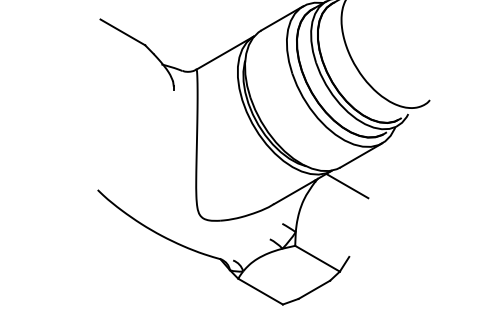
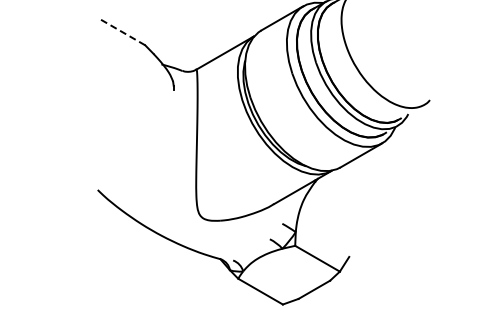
line at (122, 32): solid -> dashed
line at (347, 185): present -> none
